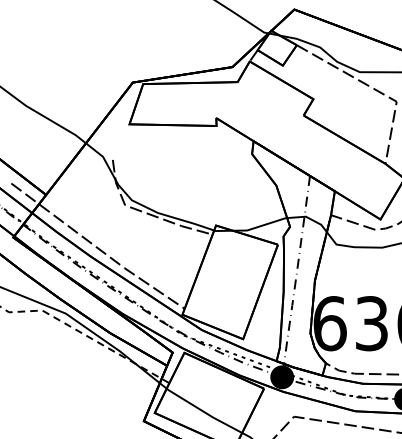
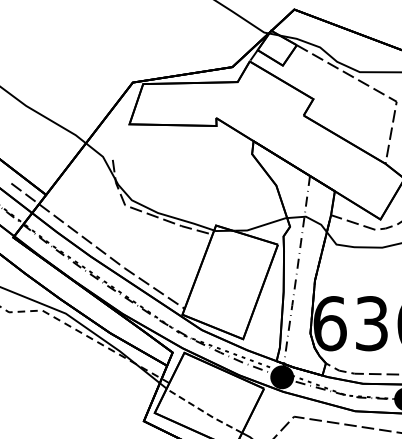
line at (203, 411): solid -> dashed
